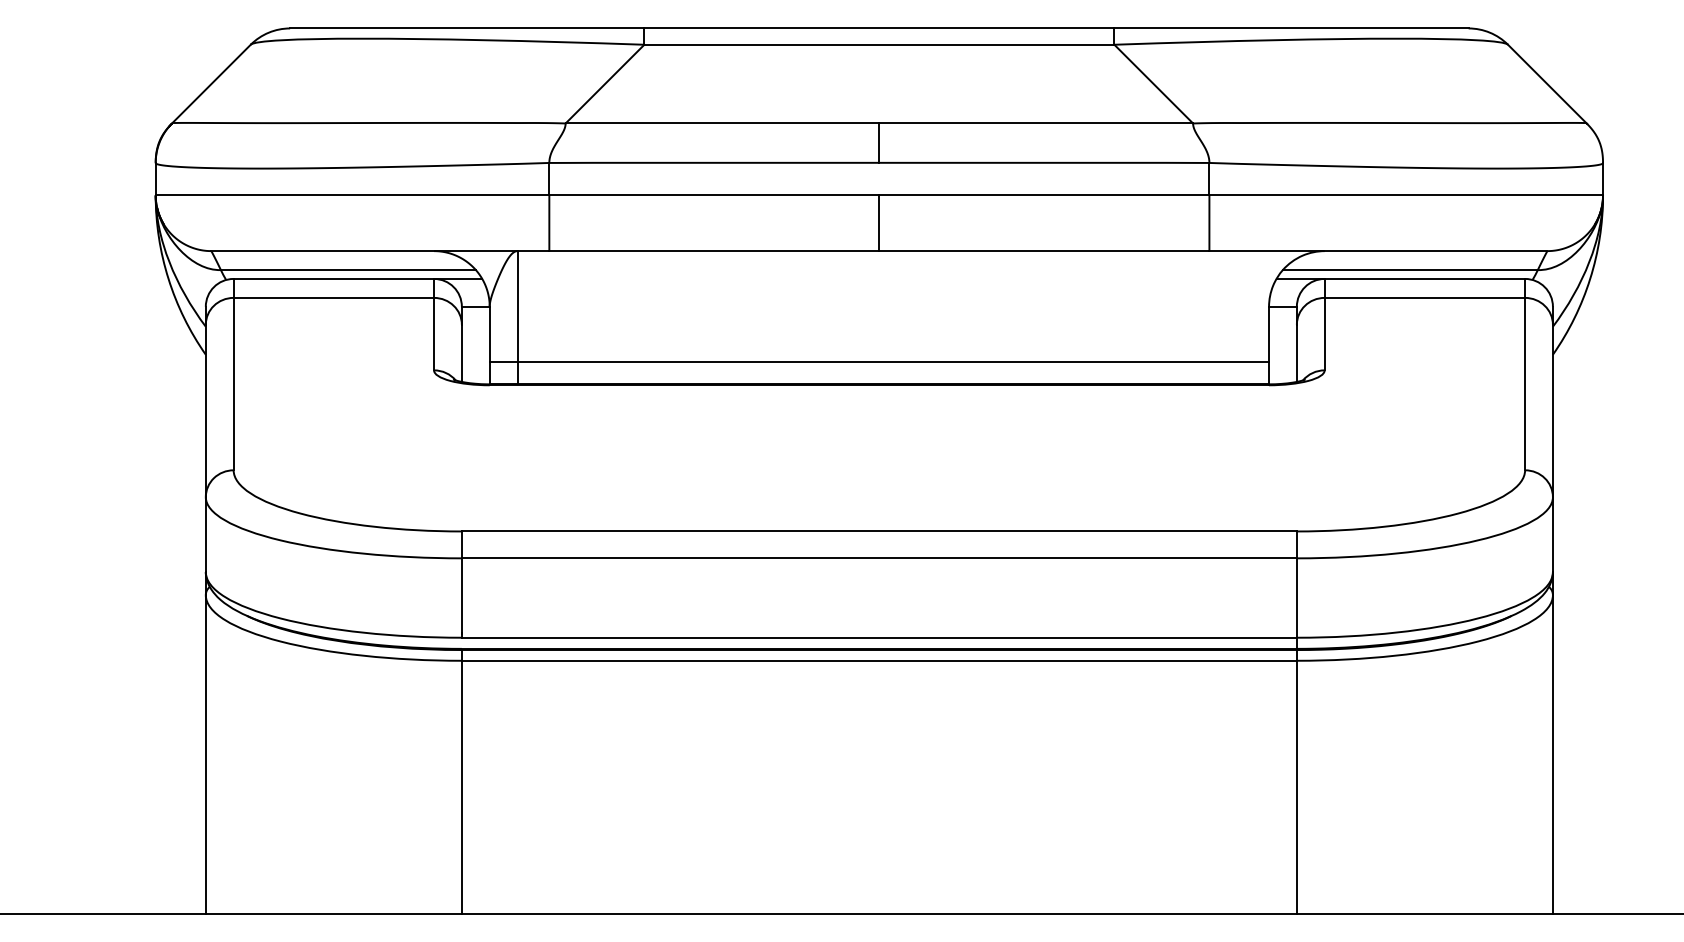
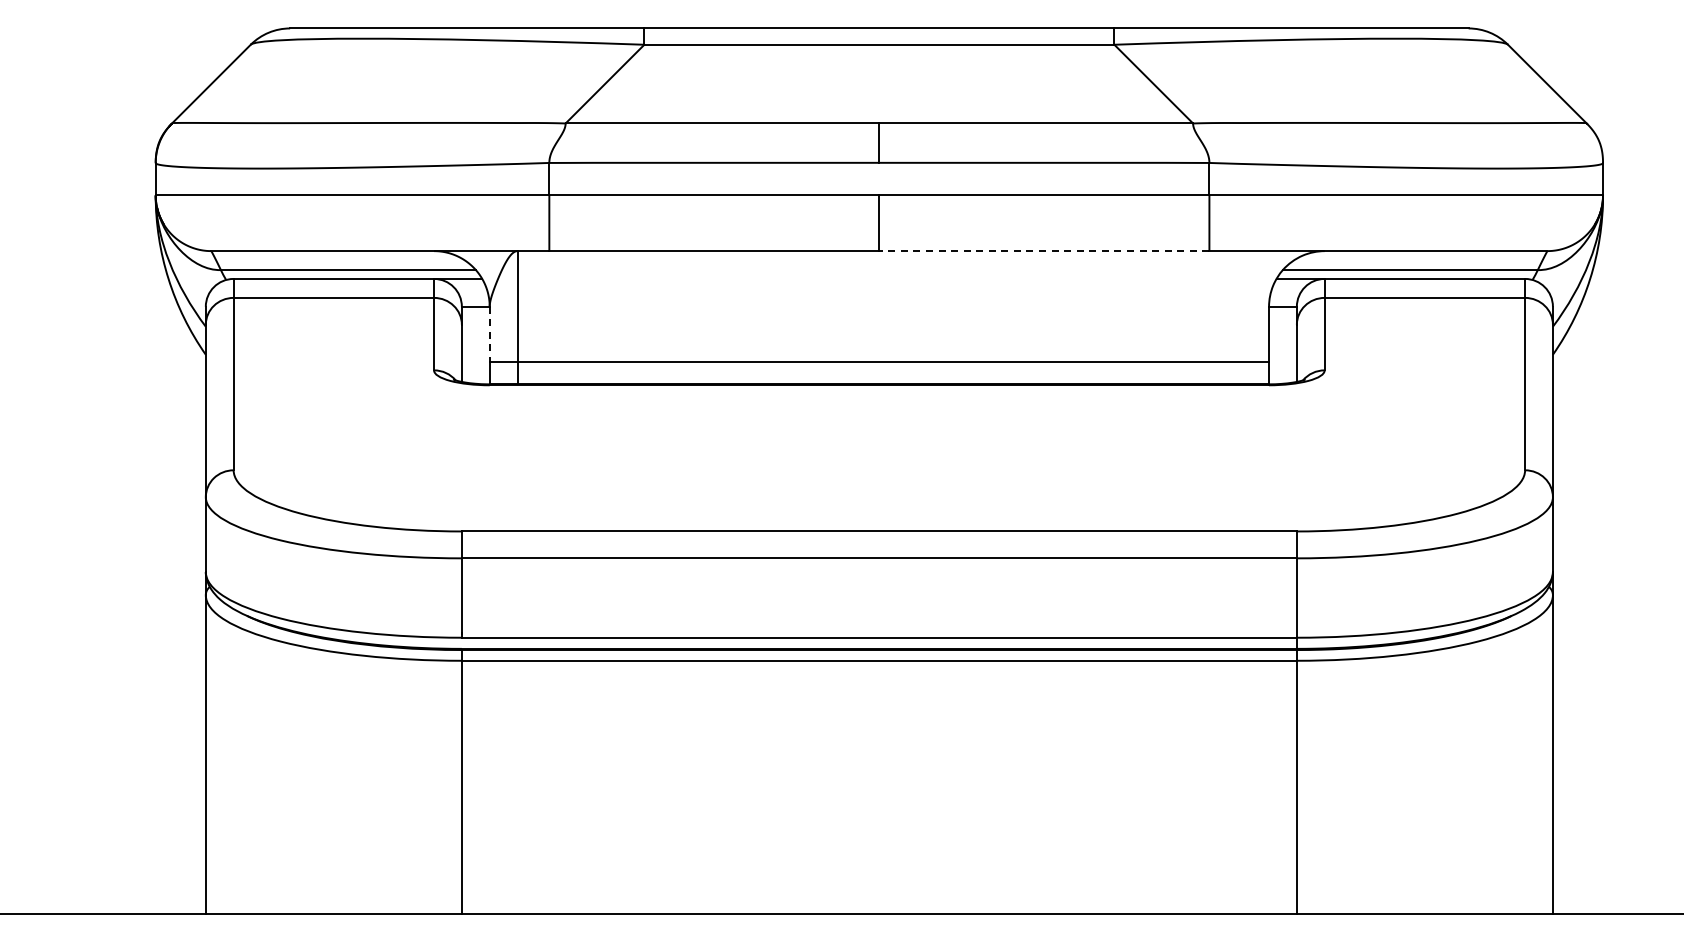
line at (1043, 251): solid -> dashed
line at (489, 334): solid -> dashed
